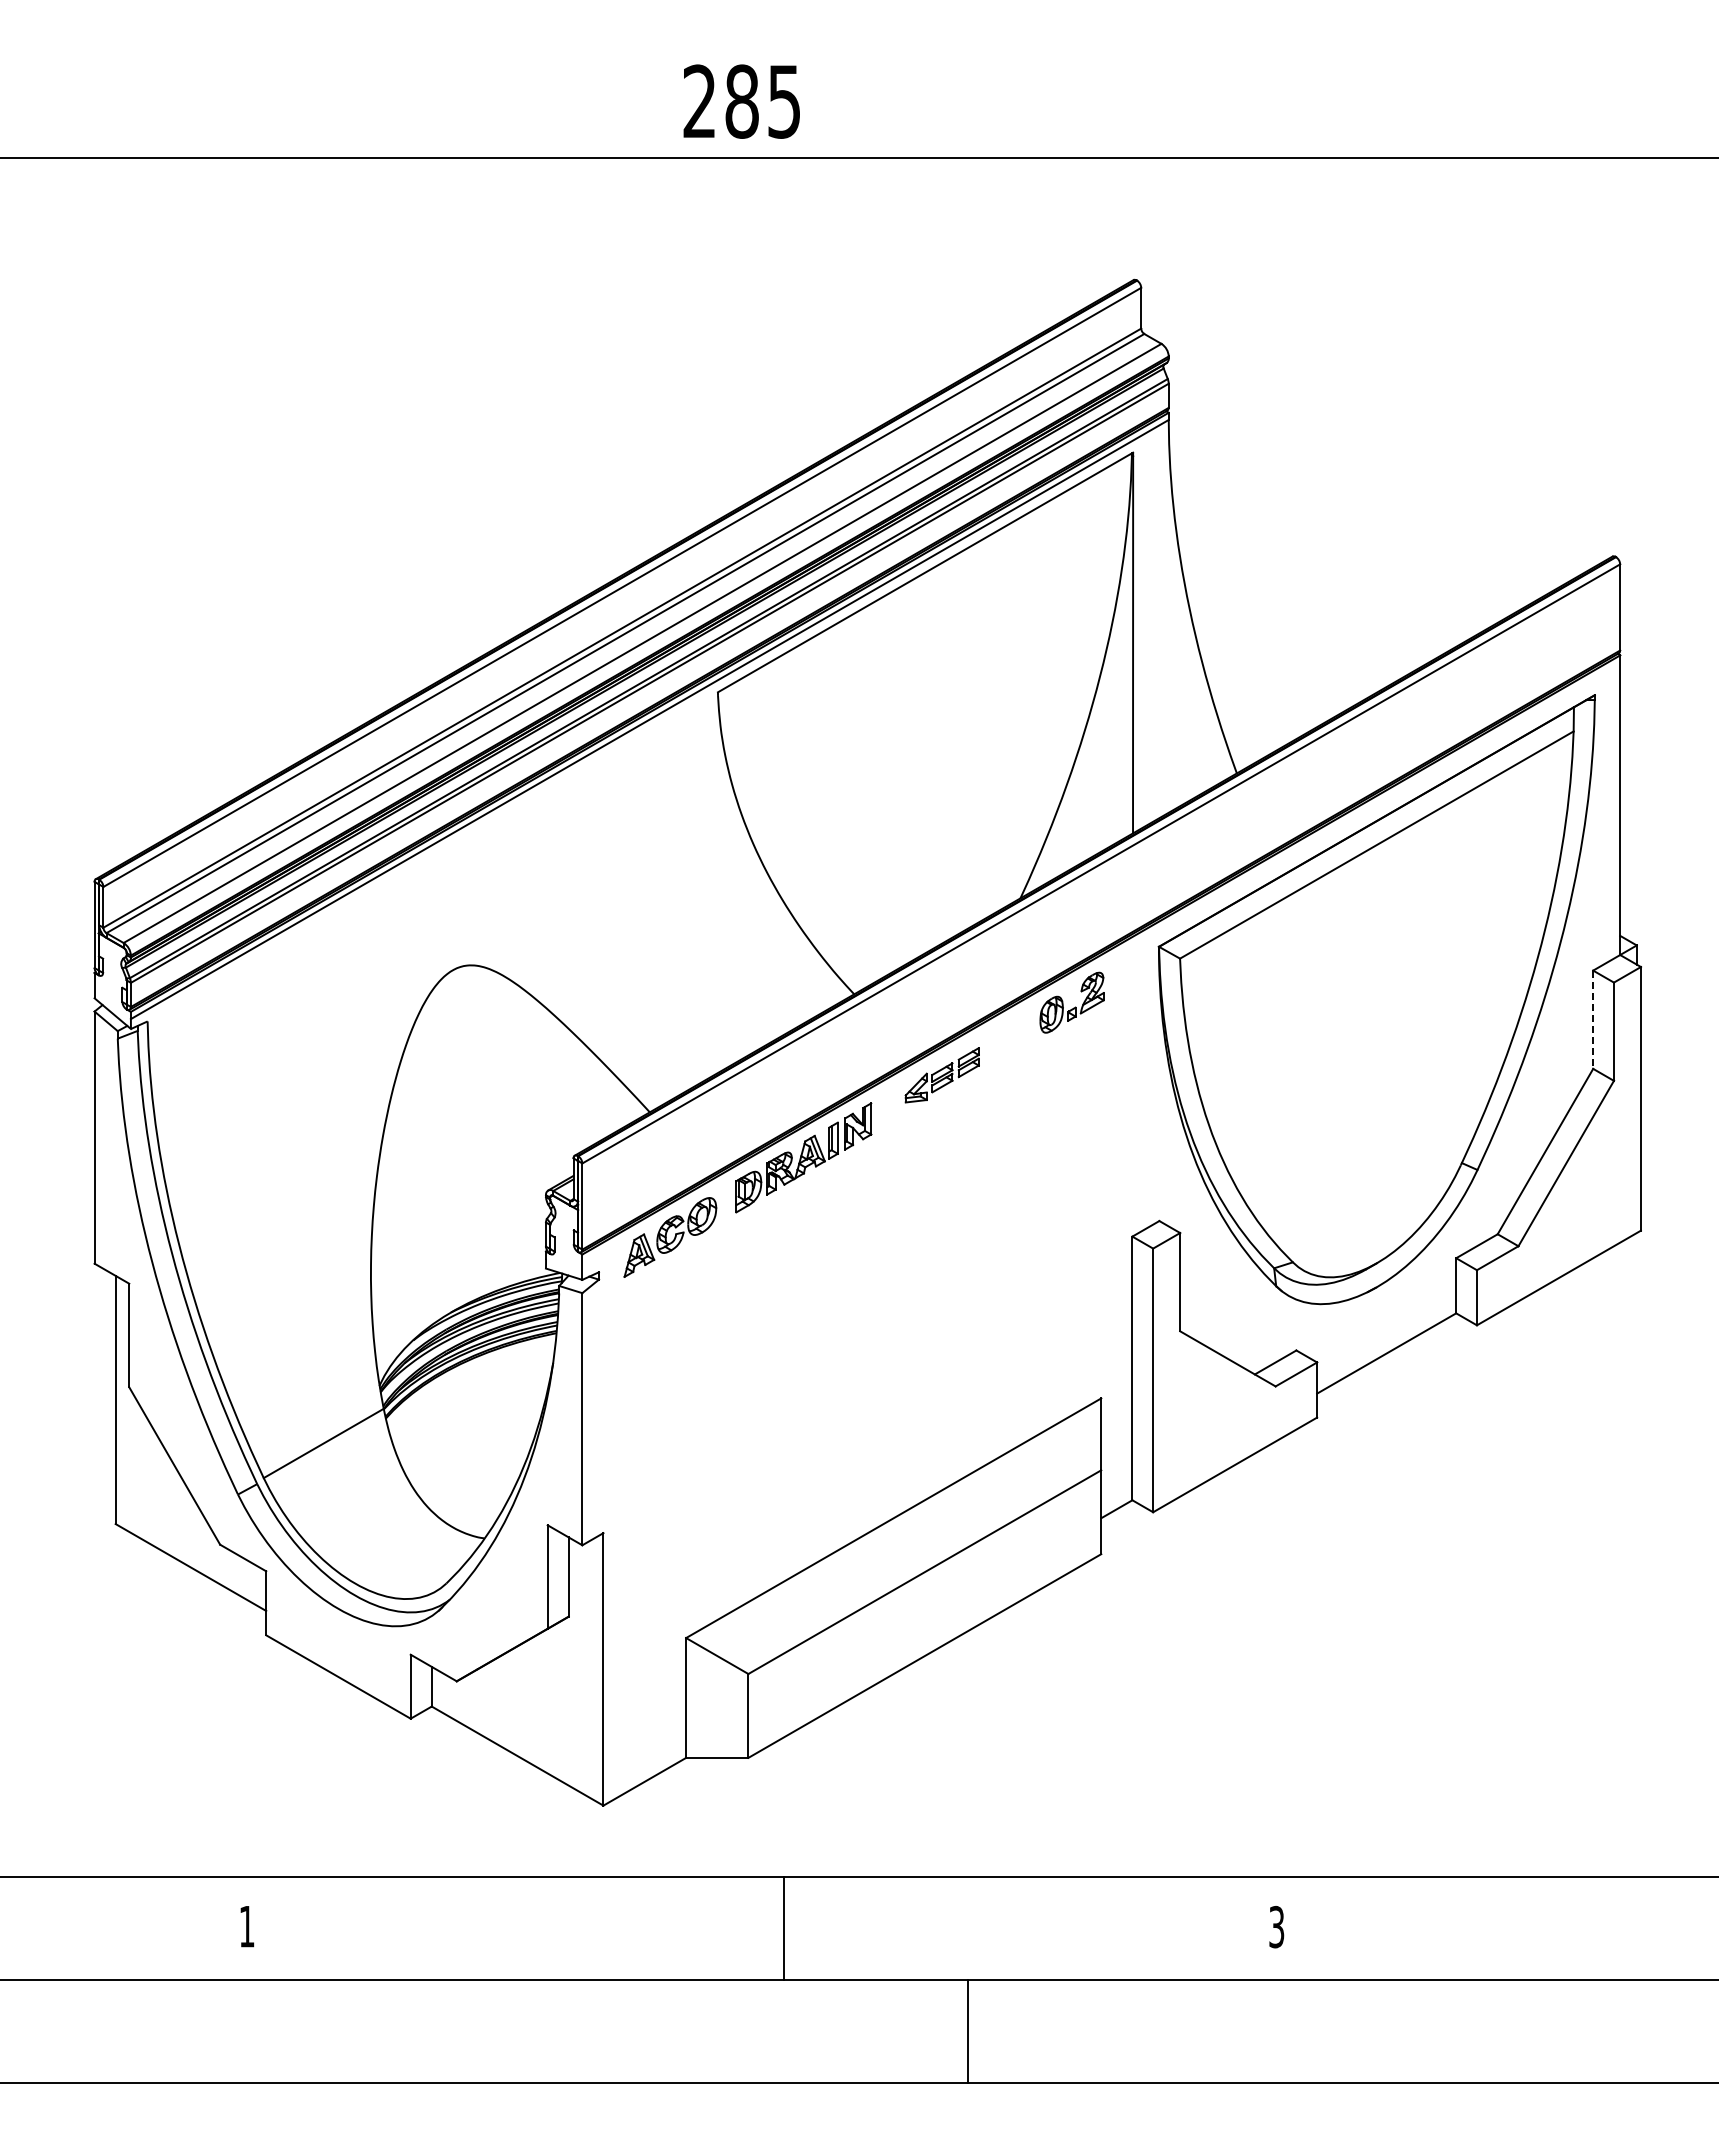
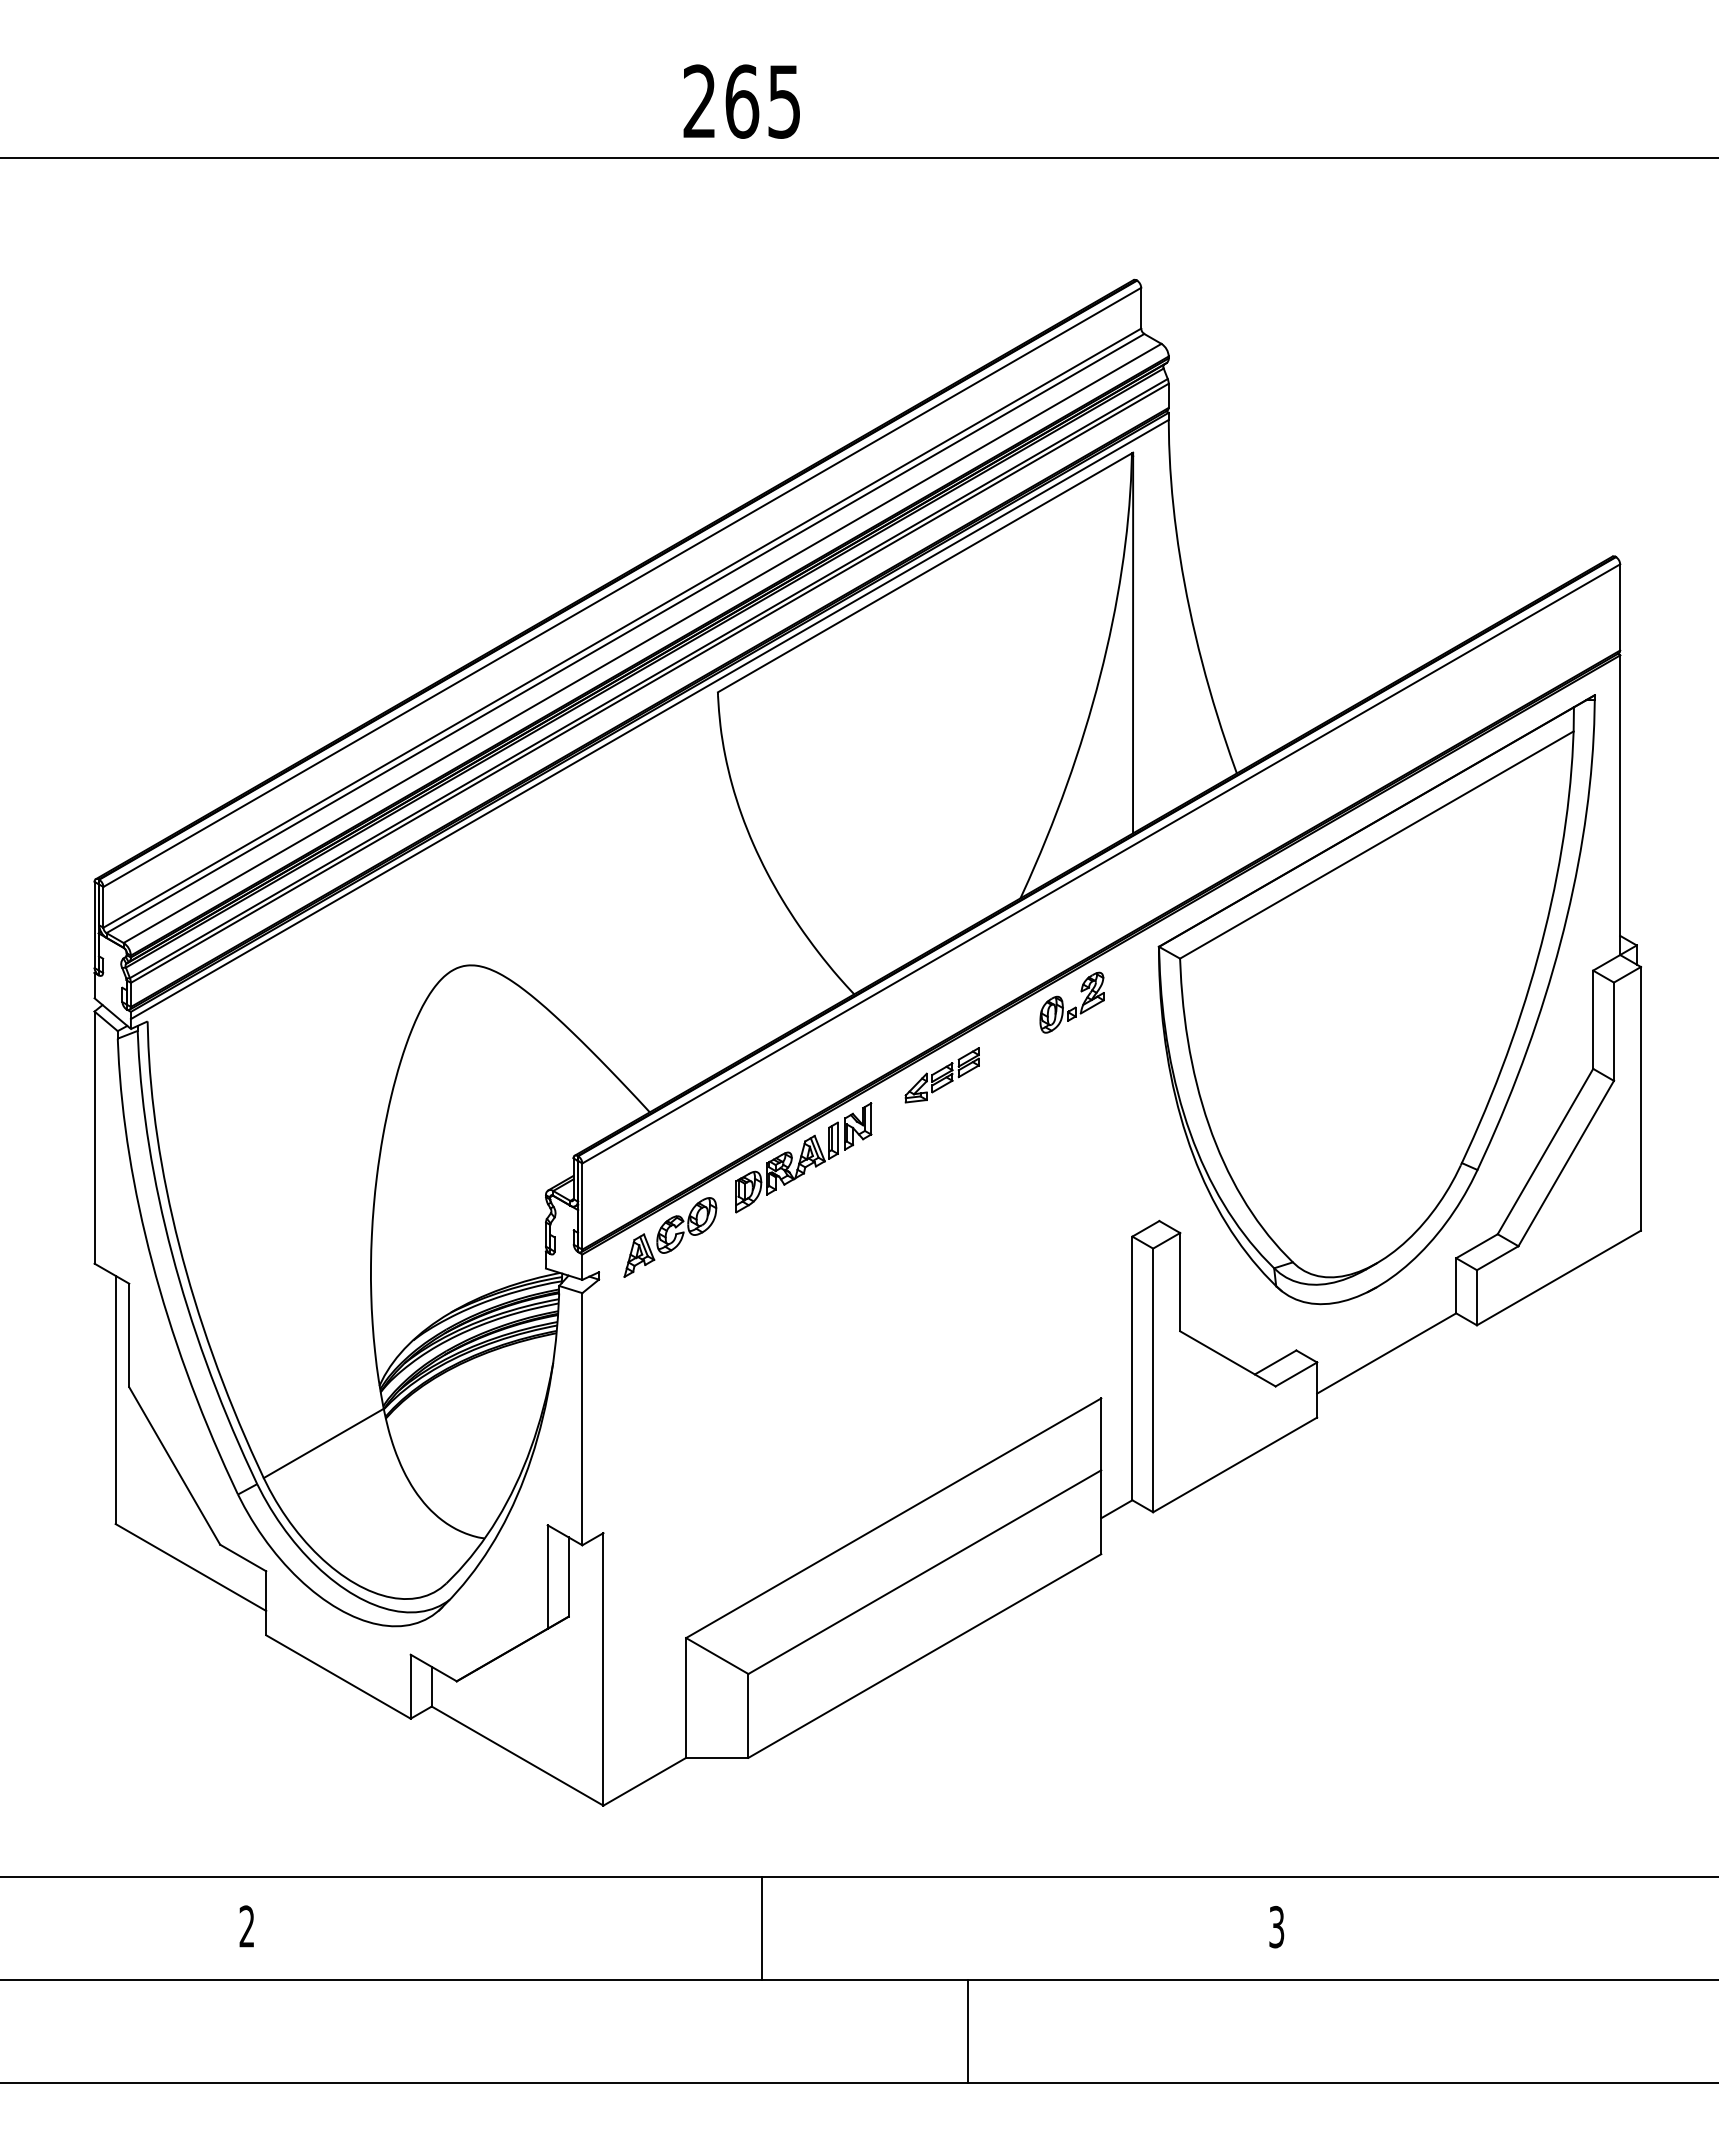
text at (742, 101): 285 -> 265
line at (1593, 1020): dashed -> solid
text at (246, 1926): 1 -> 2
line at (784, 1928) position: (784, 1928) -> (762, 1928)
